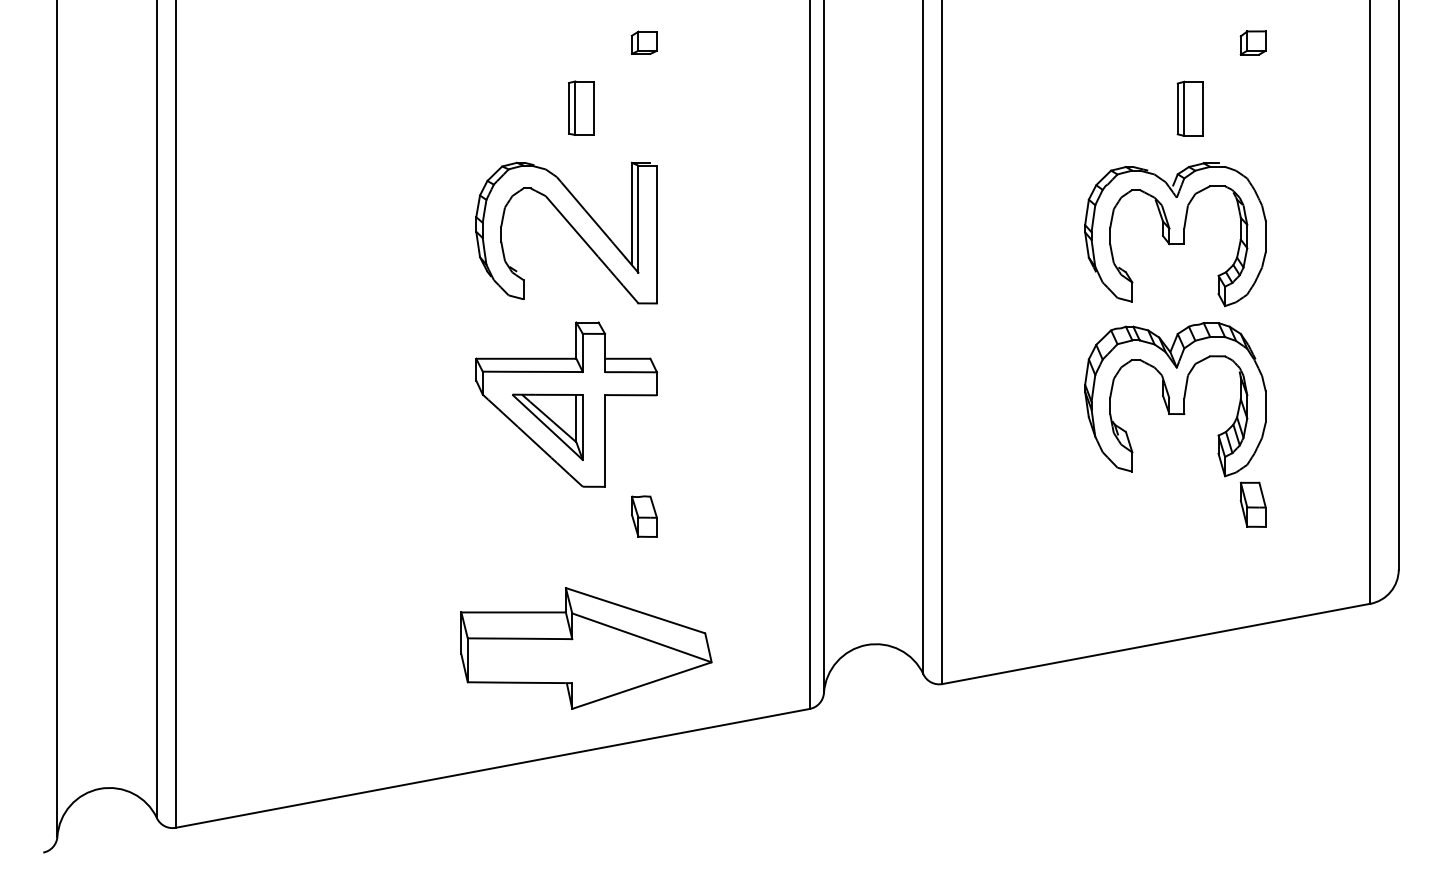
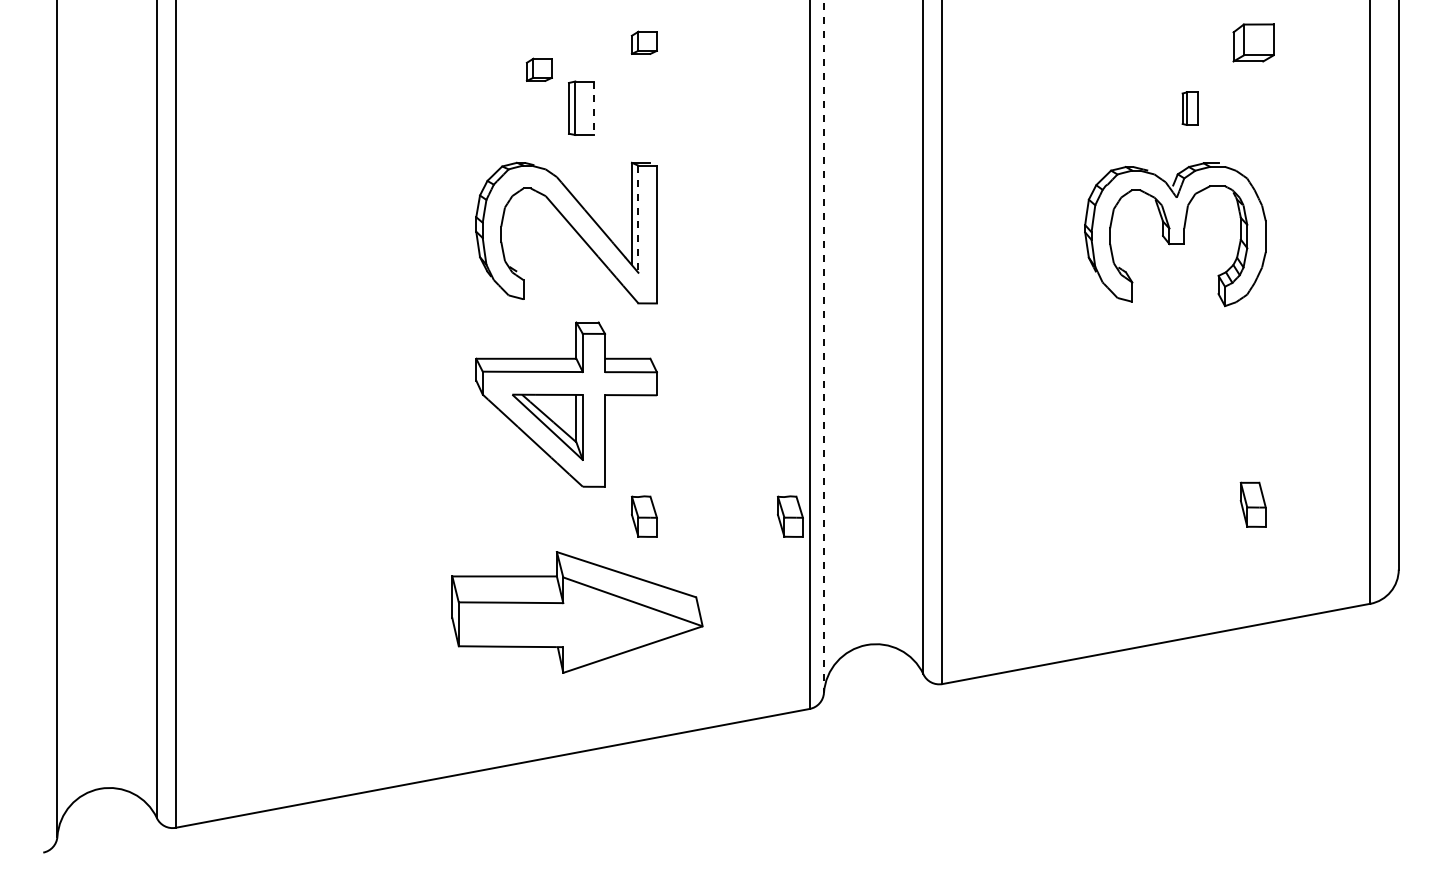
part at (1252, 42) size: 28x26 px -> 43x40 px
part at (538, 69): none -> present
line at (593, 108): solid -> dashed
part at (1189, 108) size: 28x57 px -> 18x35 px
line at (638, 219): solid -> dashed
line at (823, 347): solid -> dashed
part at (1175, 399): present -> none
part at (790, 516): none -> present
part at (586, 648) position: (586, 648) -> (577, 612)
